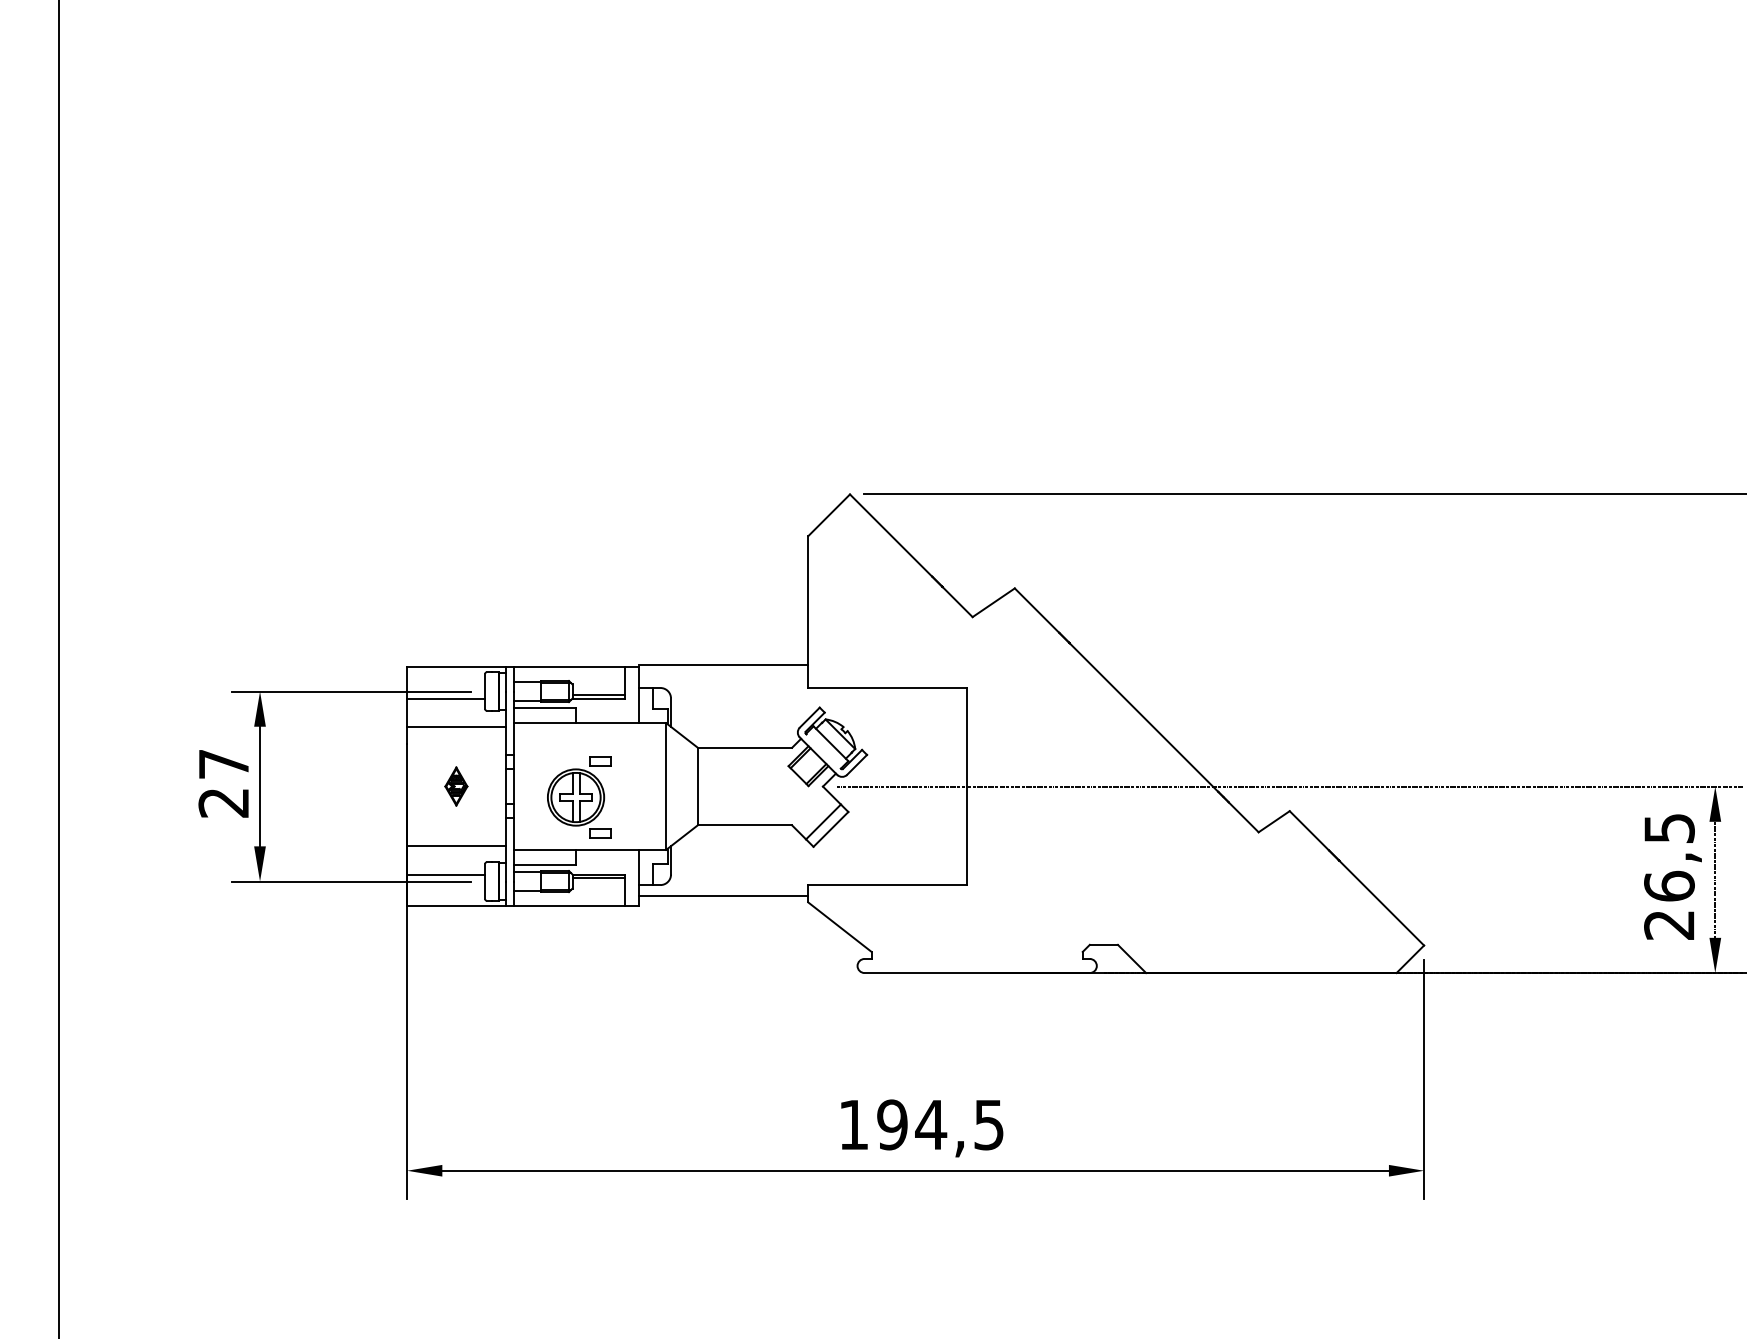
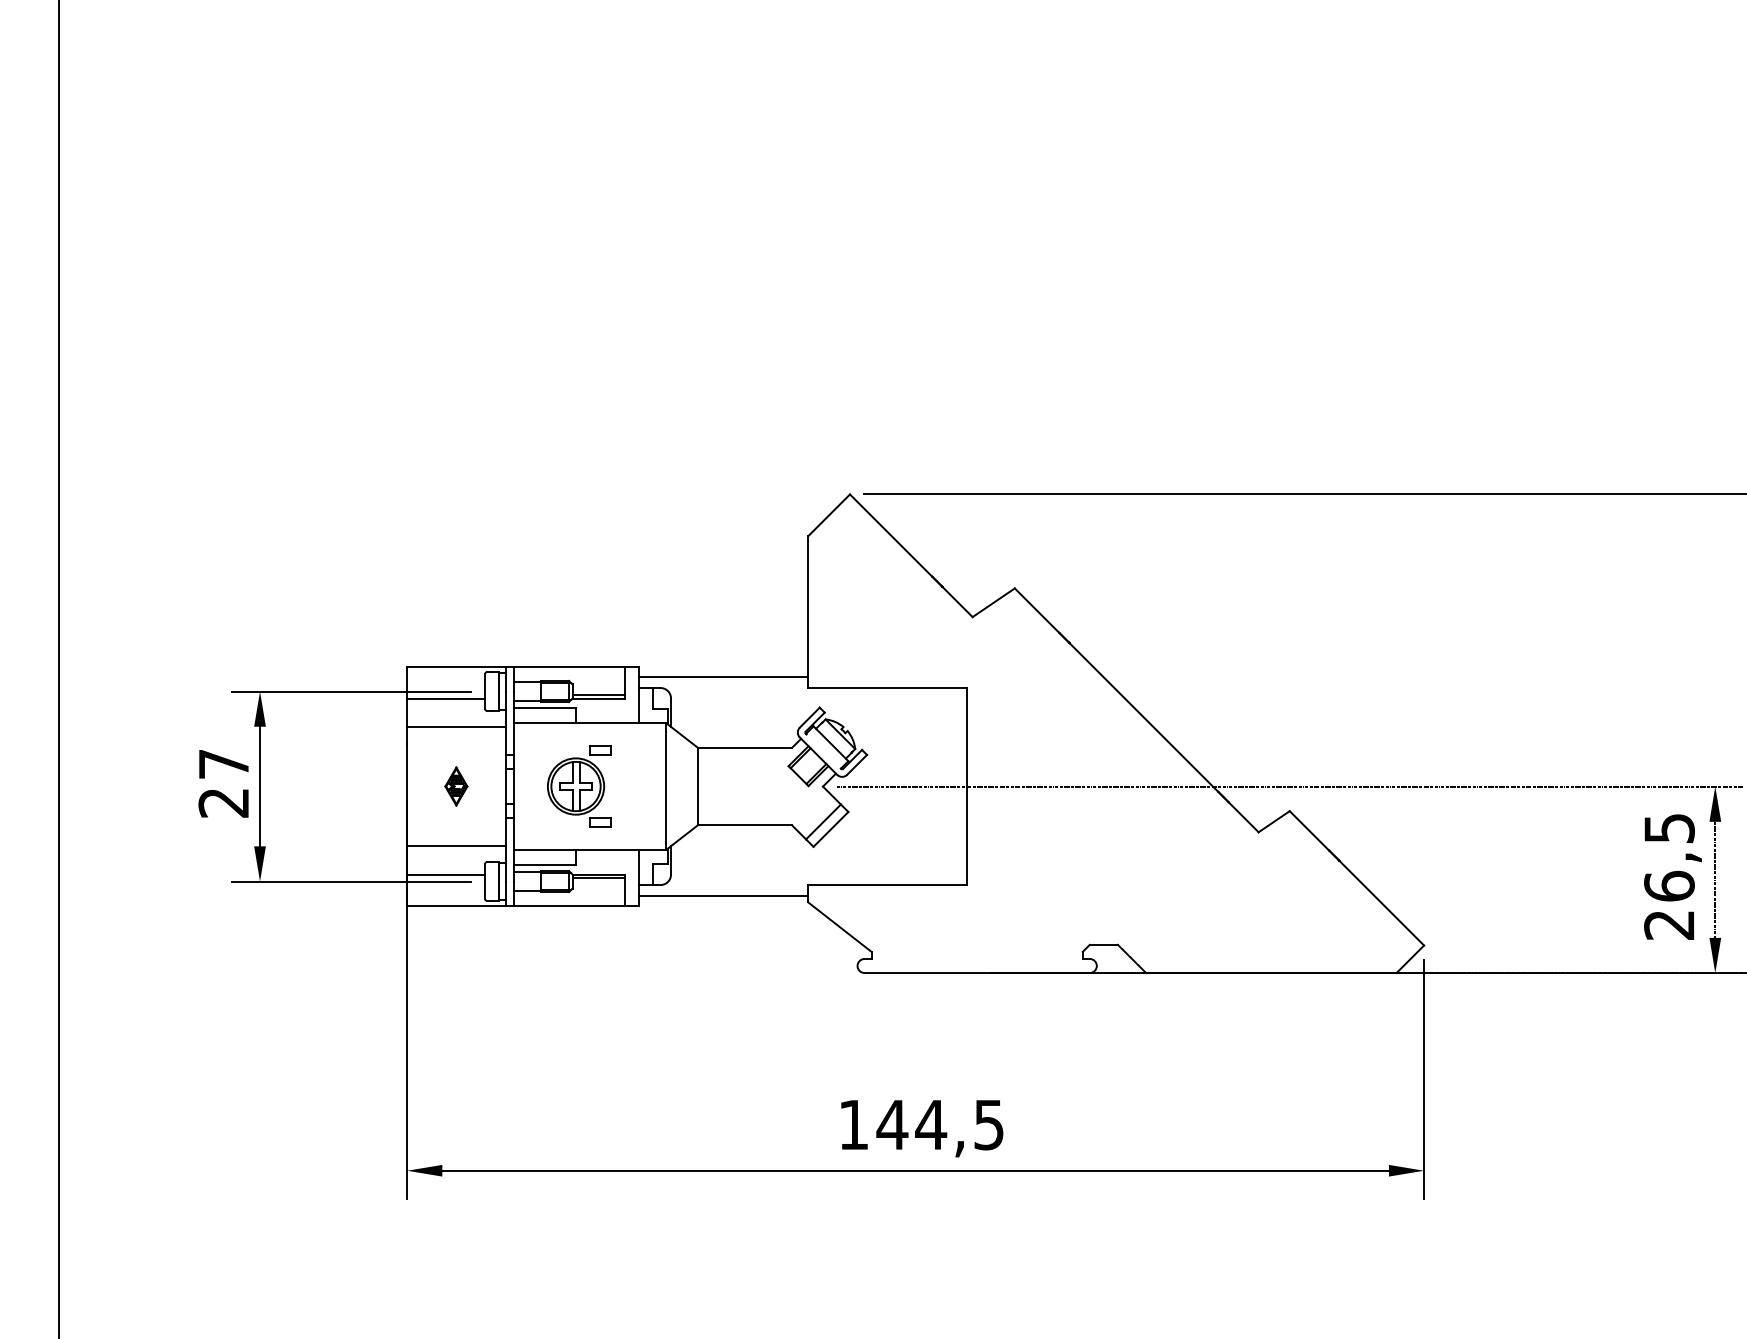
line at (723, 665) position: (723, 665) -> (723, 677)
part at (579, 797) position: (579, 797) -> (579, 786)
text at (892, 1124): 194,5 -> 144,5
